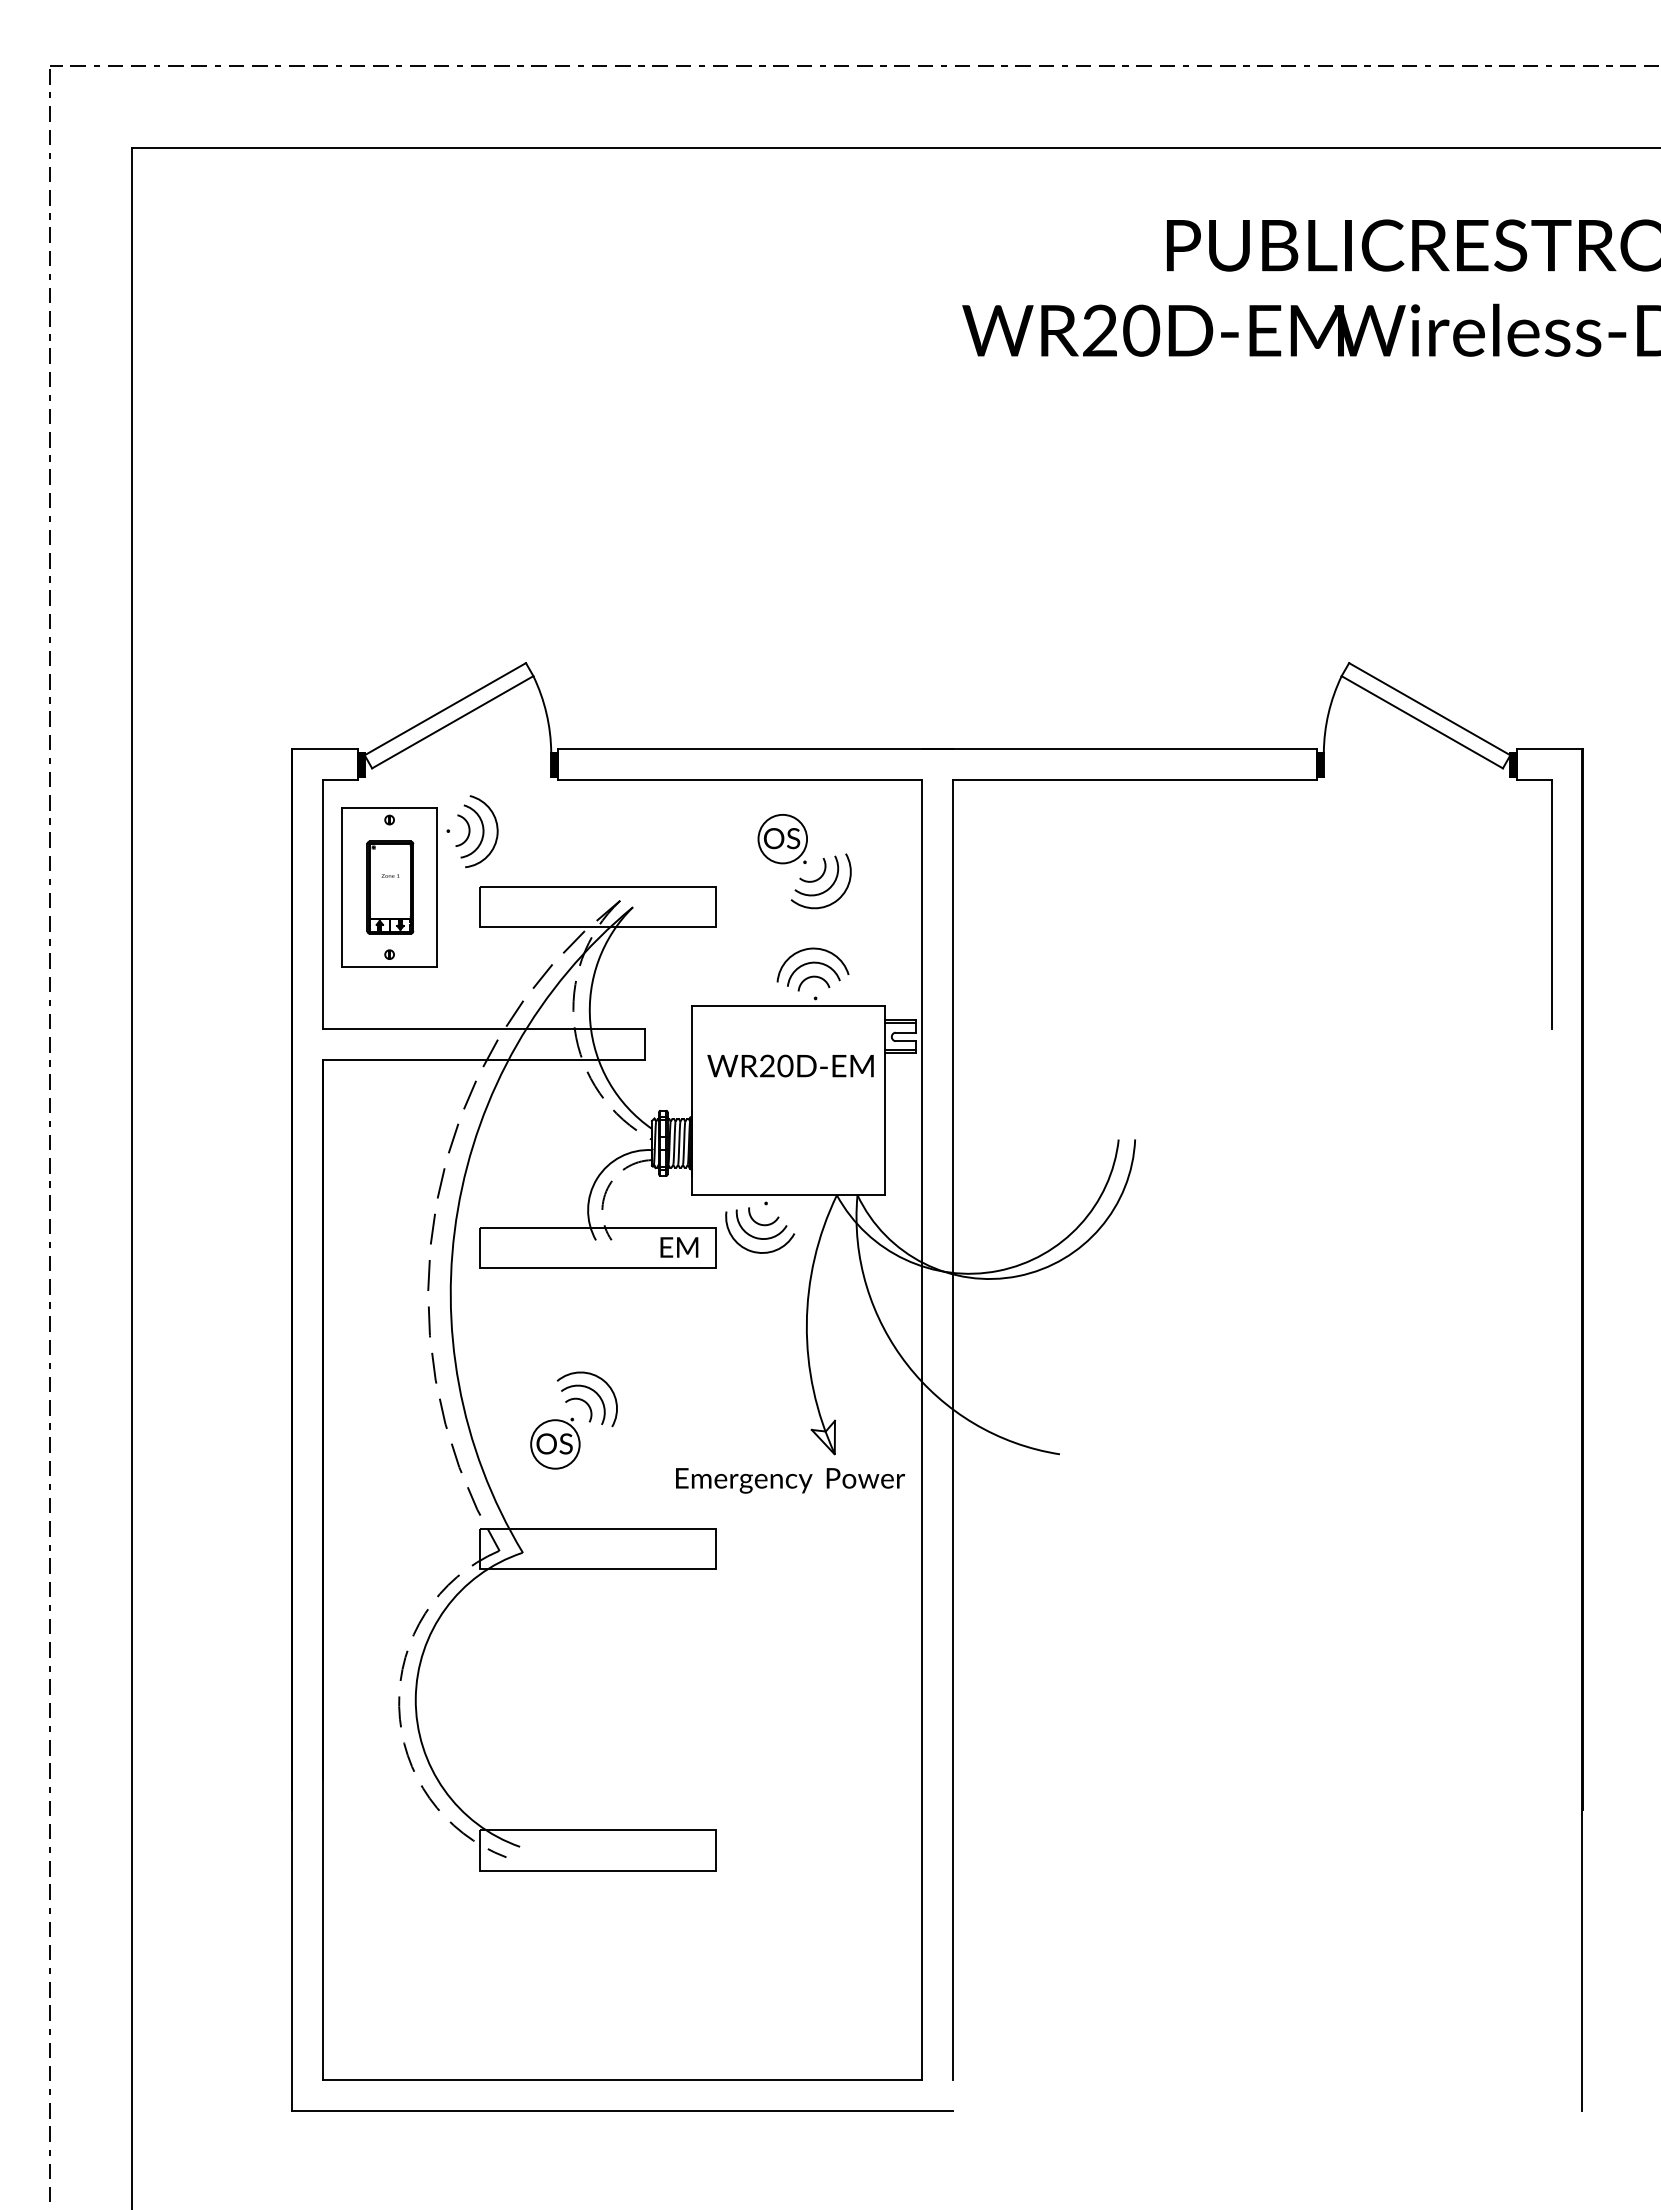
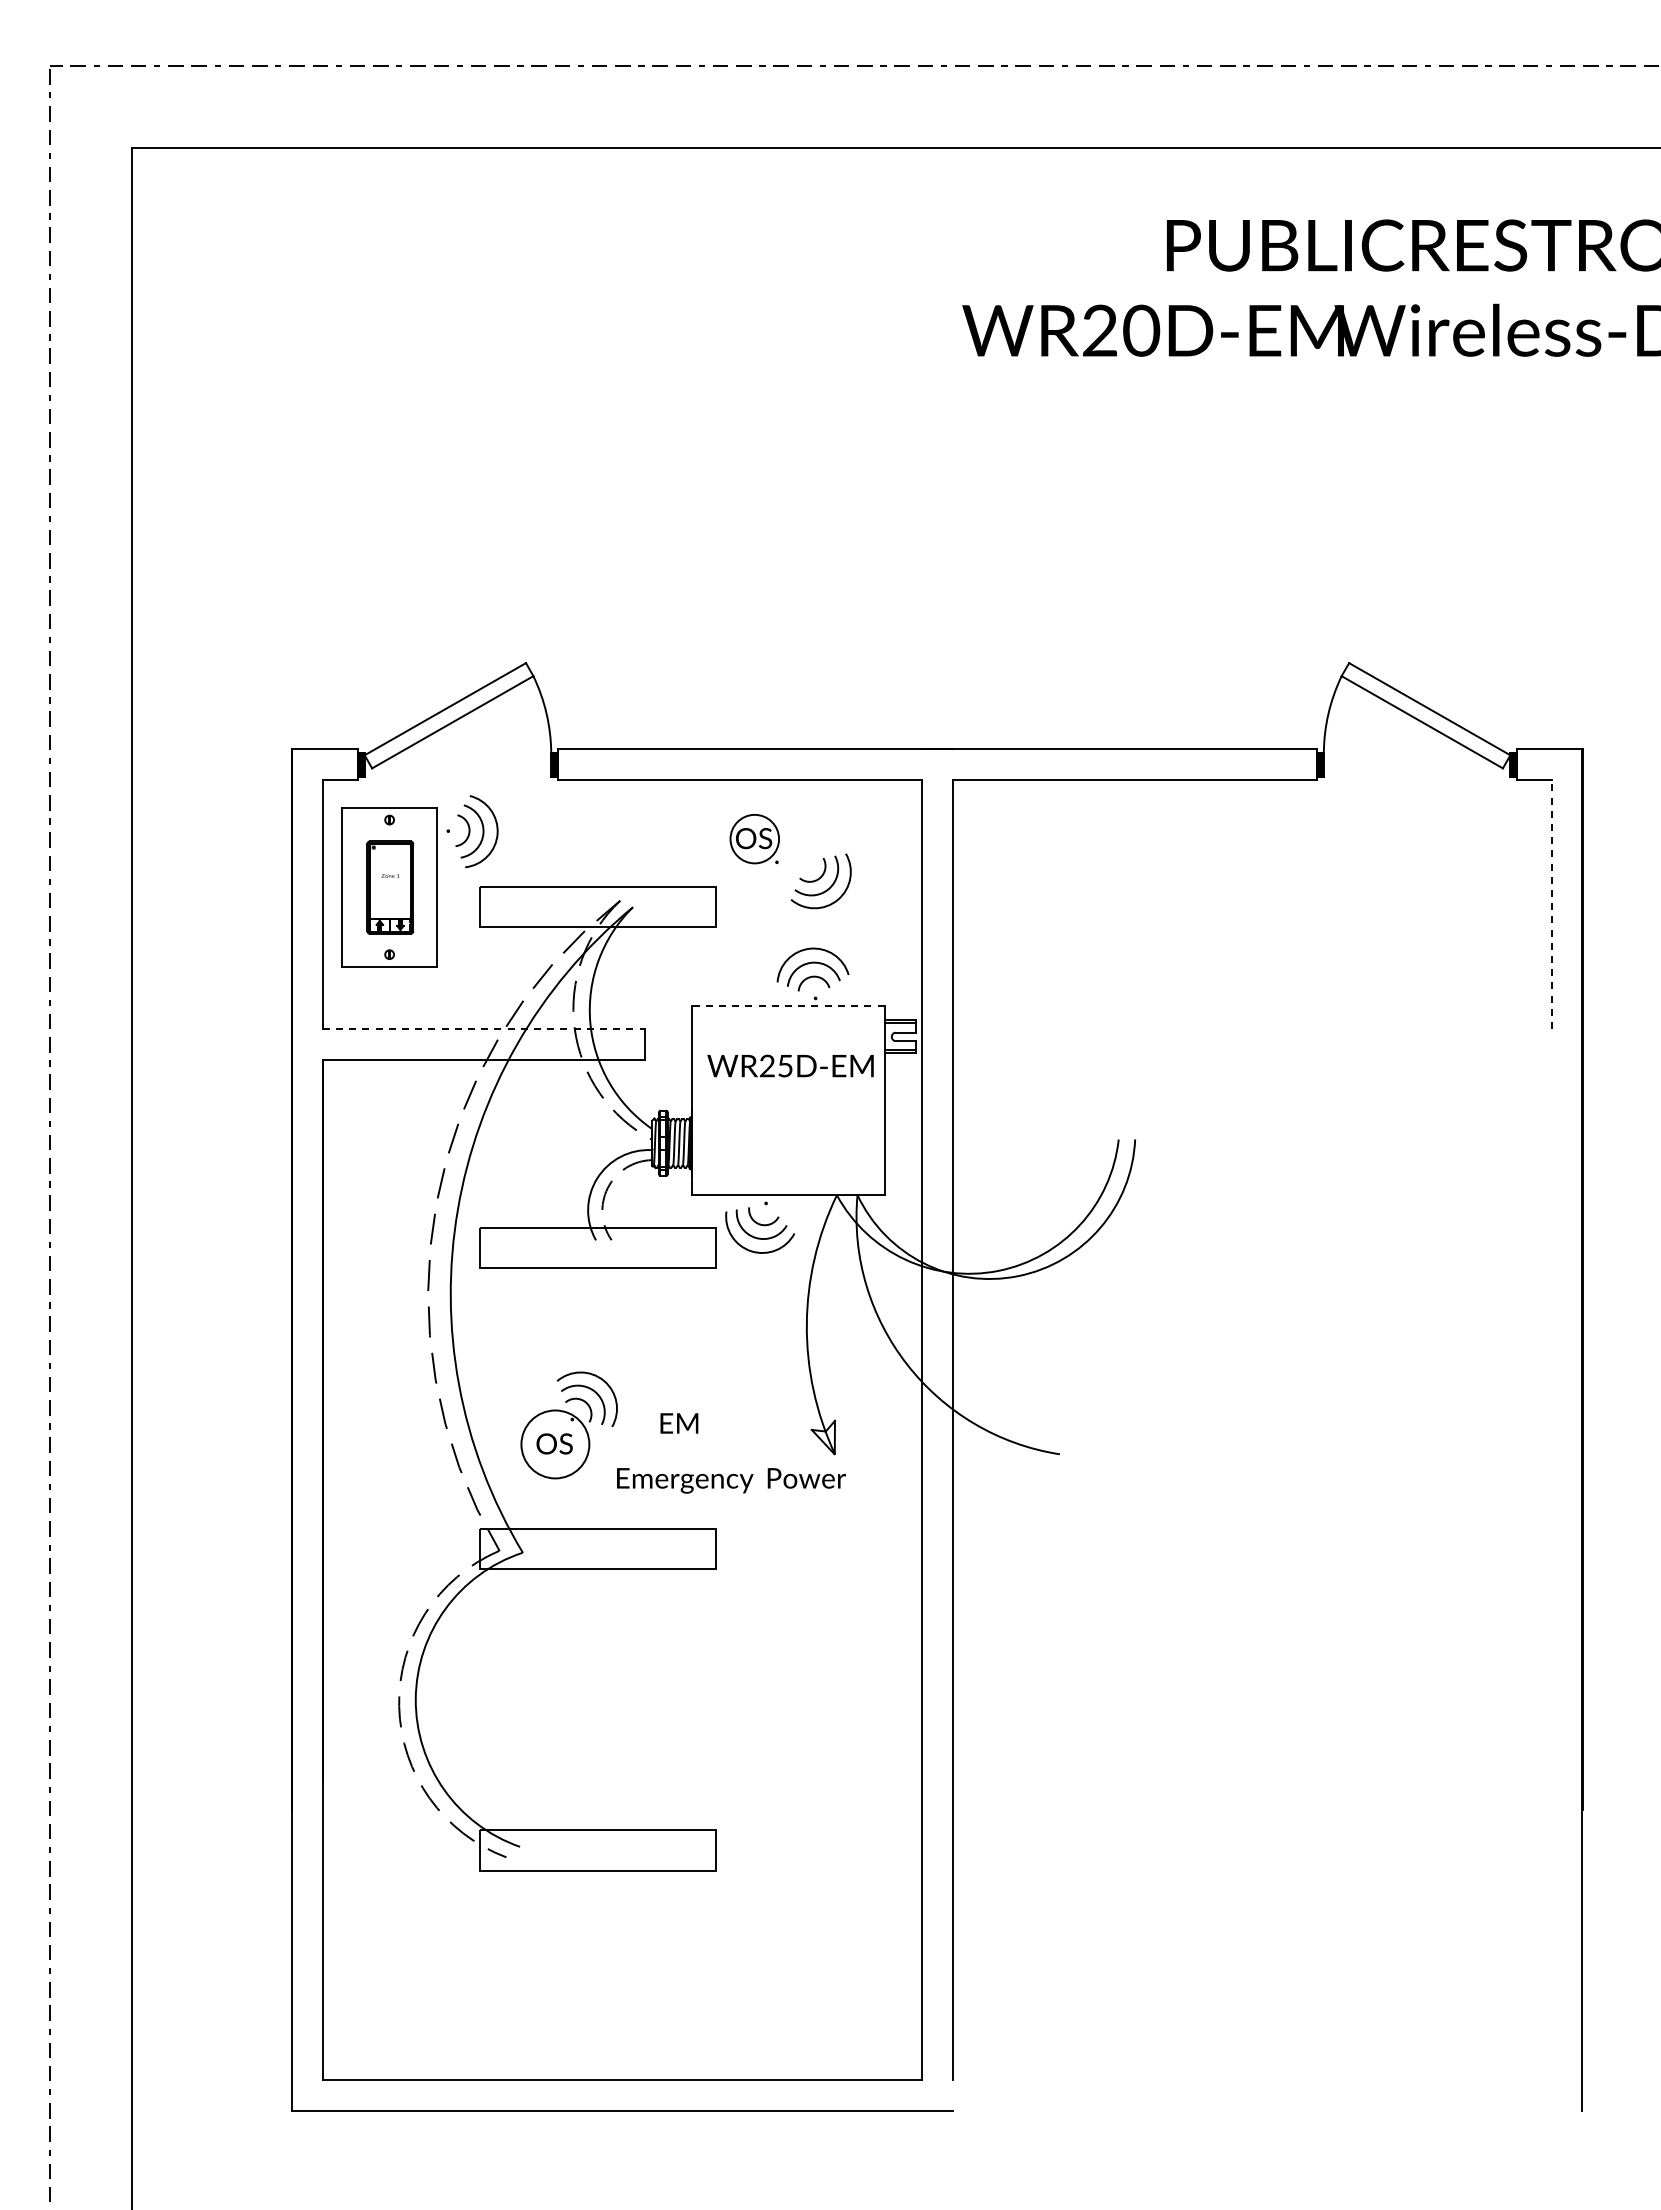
part at (782, 839) position: (782, 839) -> (754, 839)
line at (1551, 904): solid -> dashed
line at (787, 1006): solid -> dashed
line at (484, 1028): solid -> dashed
text at (785, 1065): WR20D-EM -> WR25D-EM
text at (679, 1247) position: (679, 1247) -> (679, 1423)
circle at (555, 1444) diameter: 49 px -> 68 px
text at (790, 1480) position: (790, 1480) -> (731, 1480)
